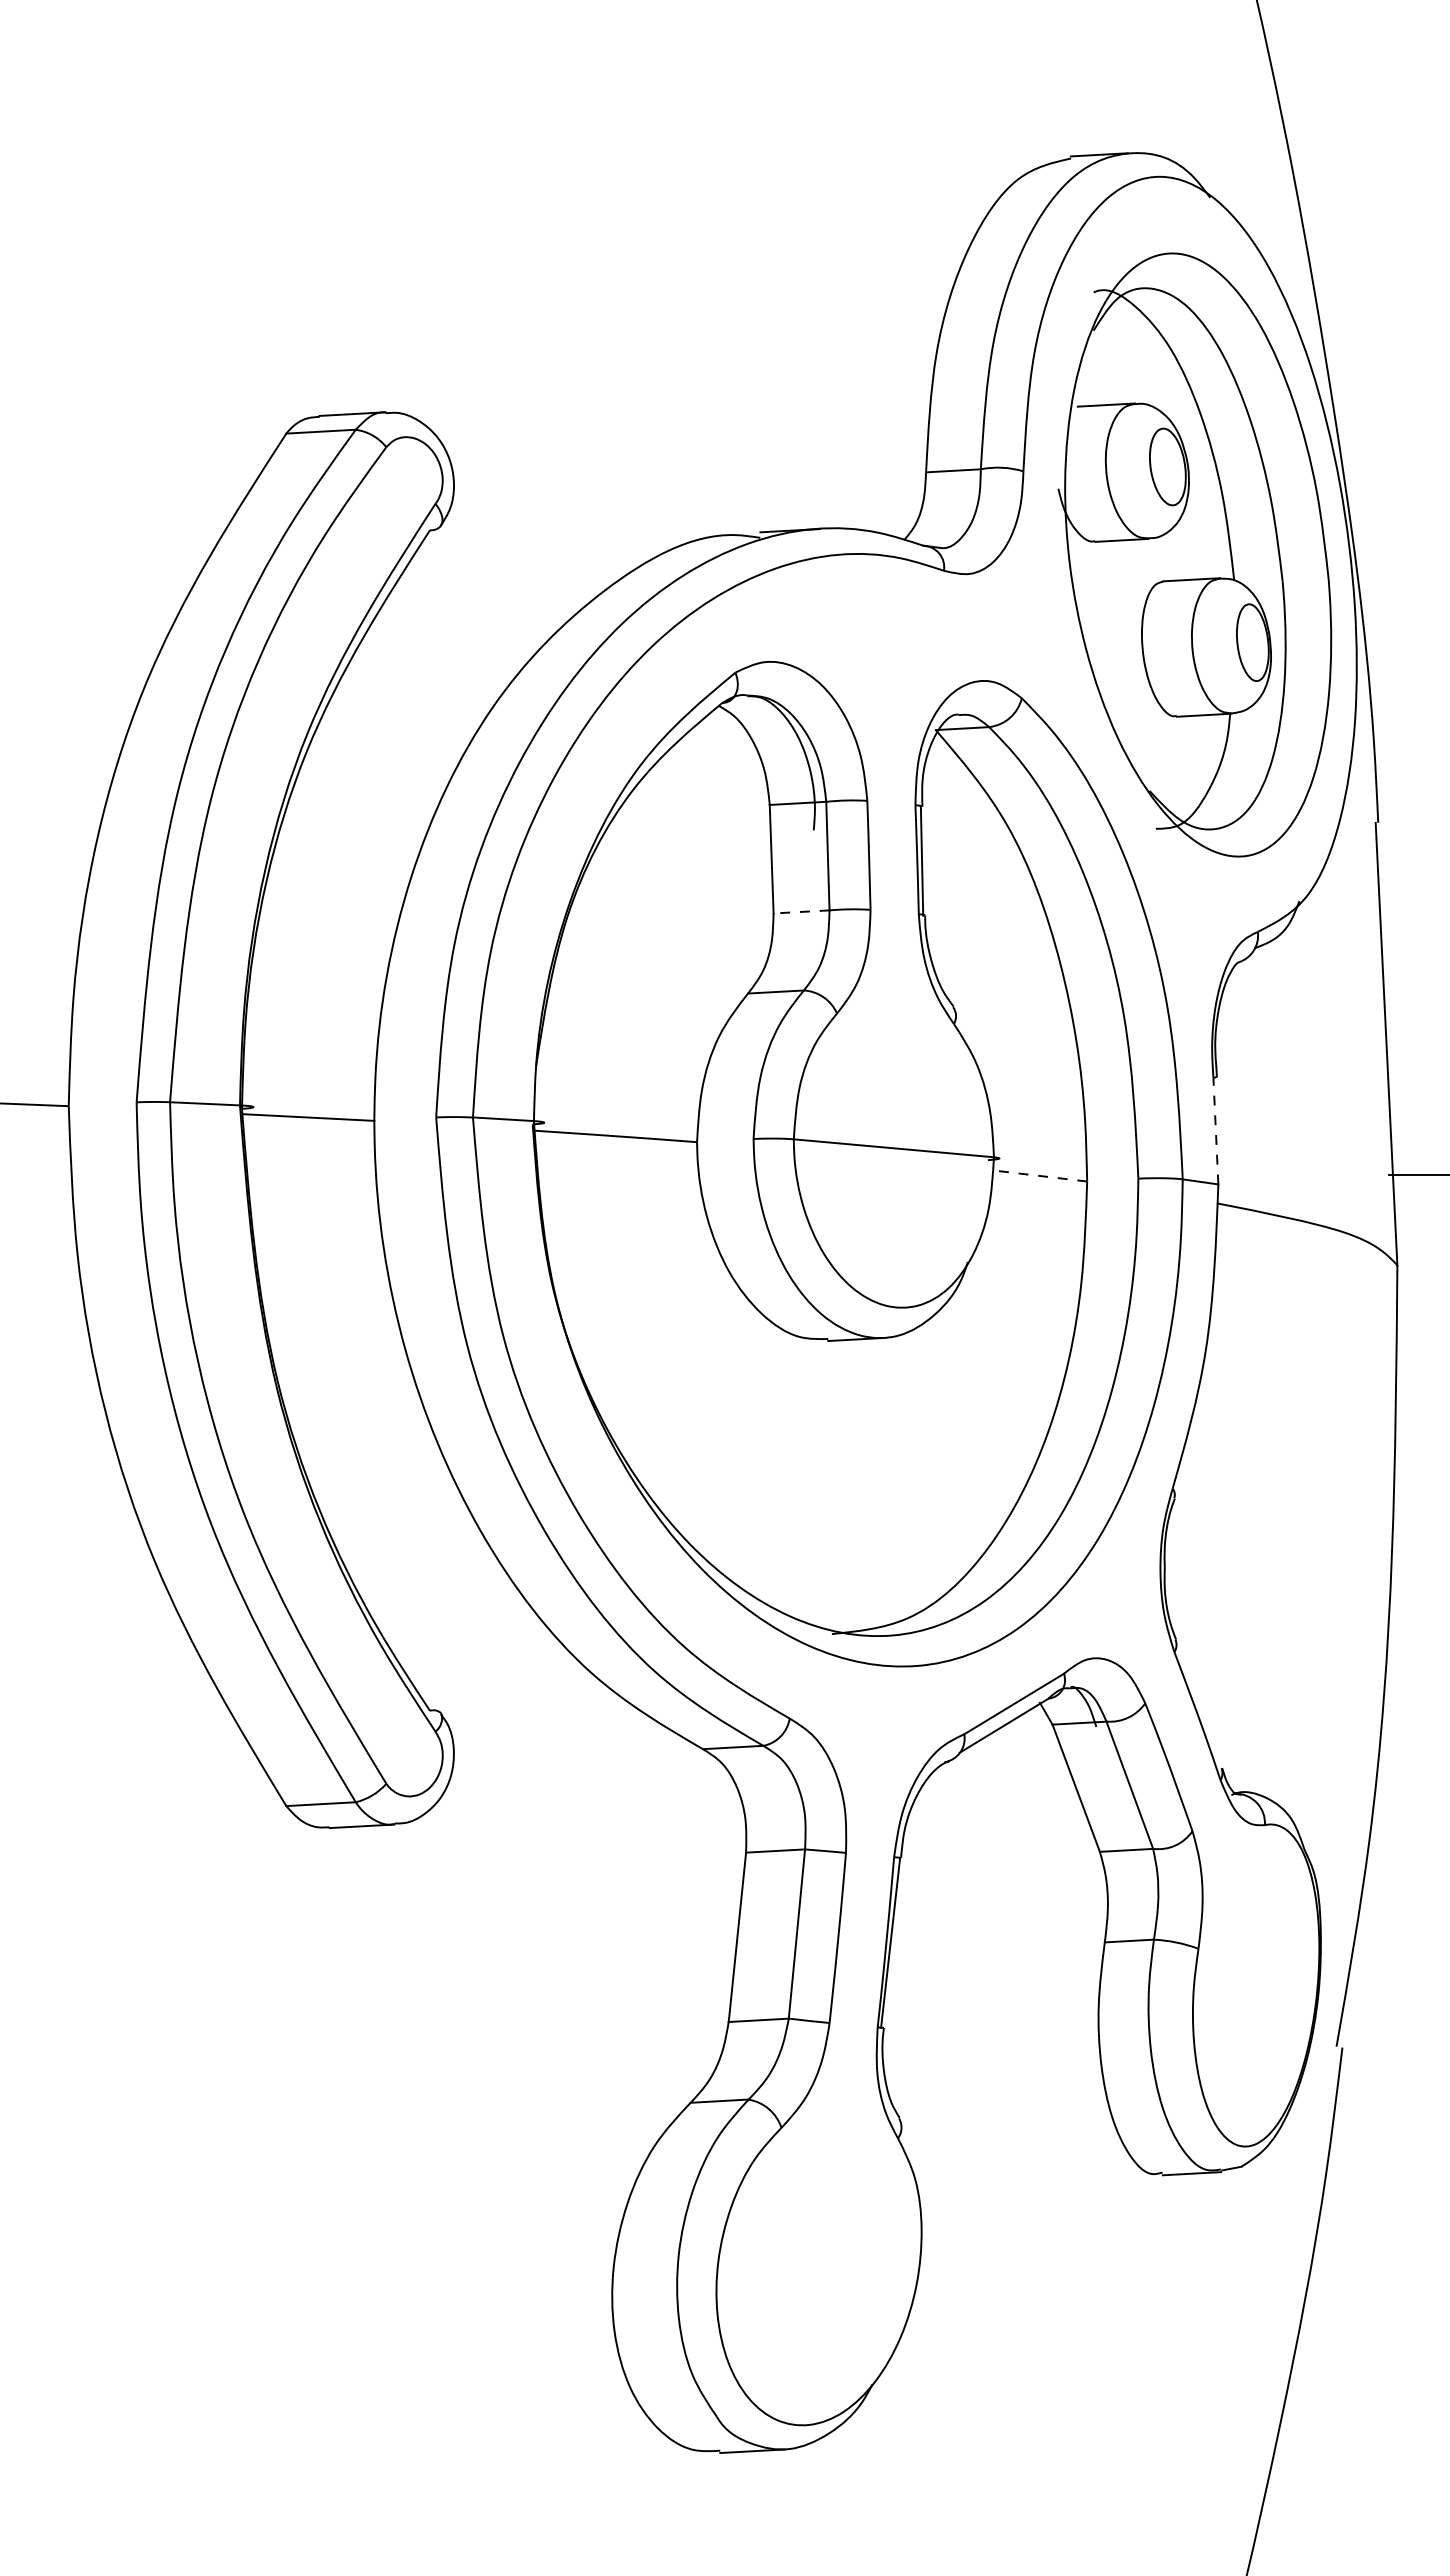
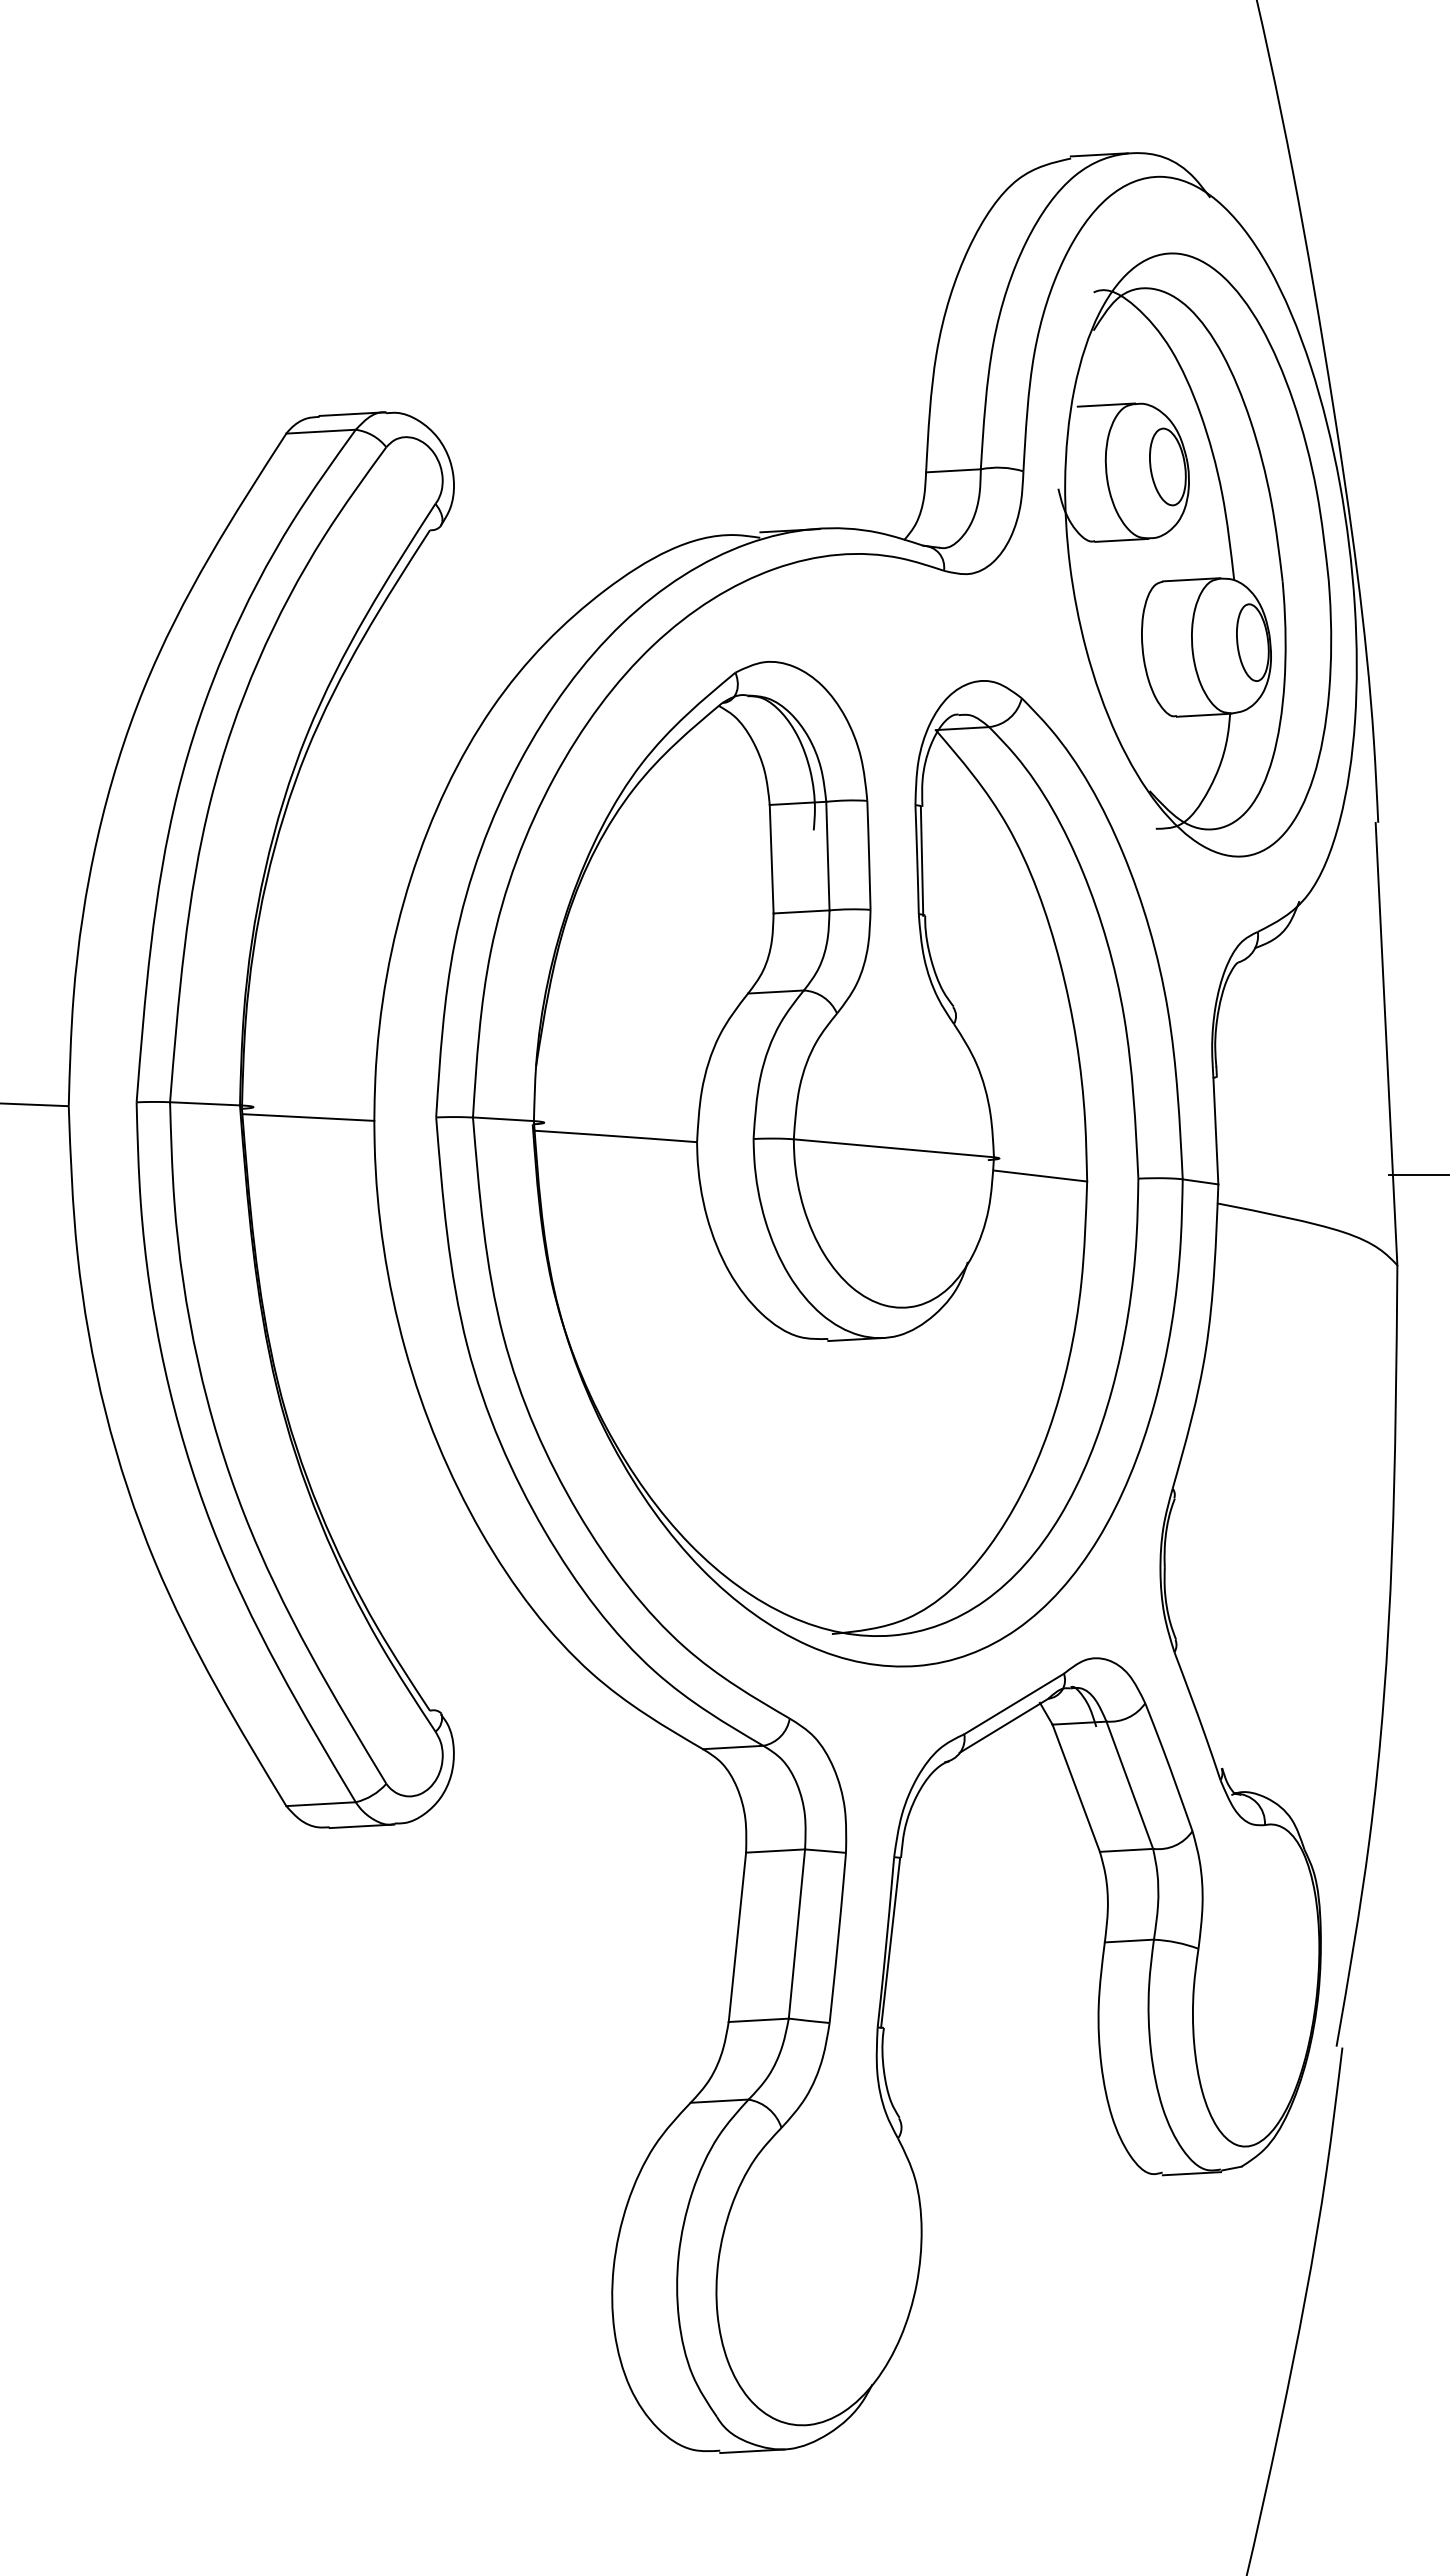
line at (801, 911): dashed -> solid
line at (1215, 1130): dashed -> solid
line at (1039, 1175): dashed -> solid
